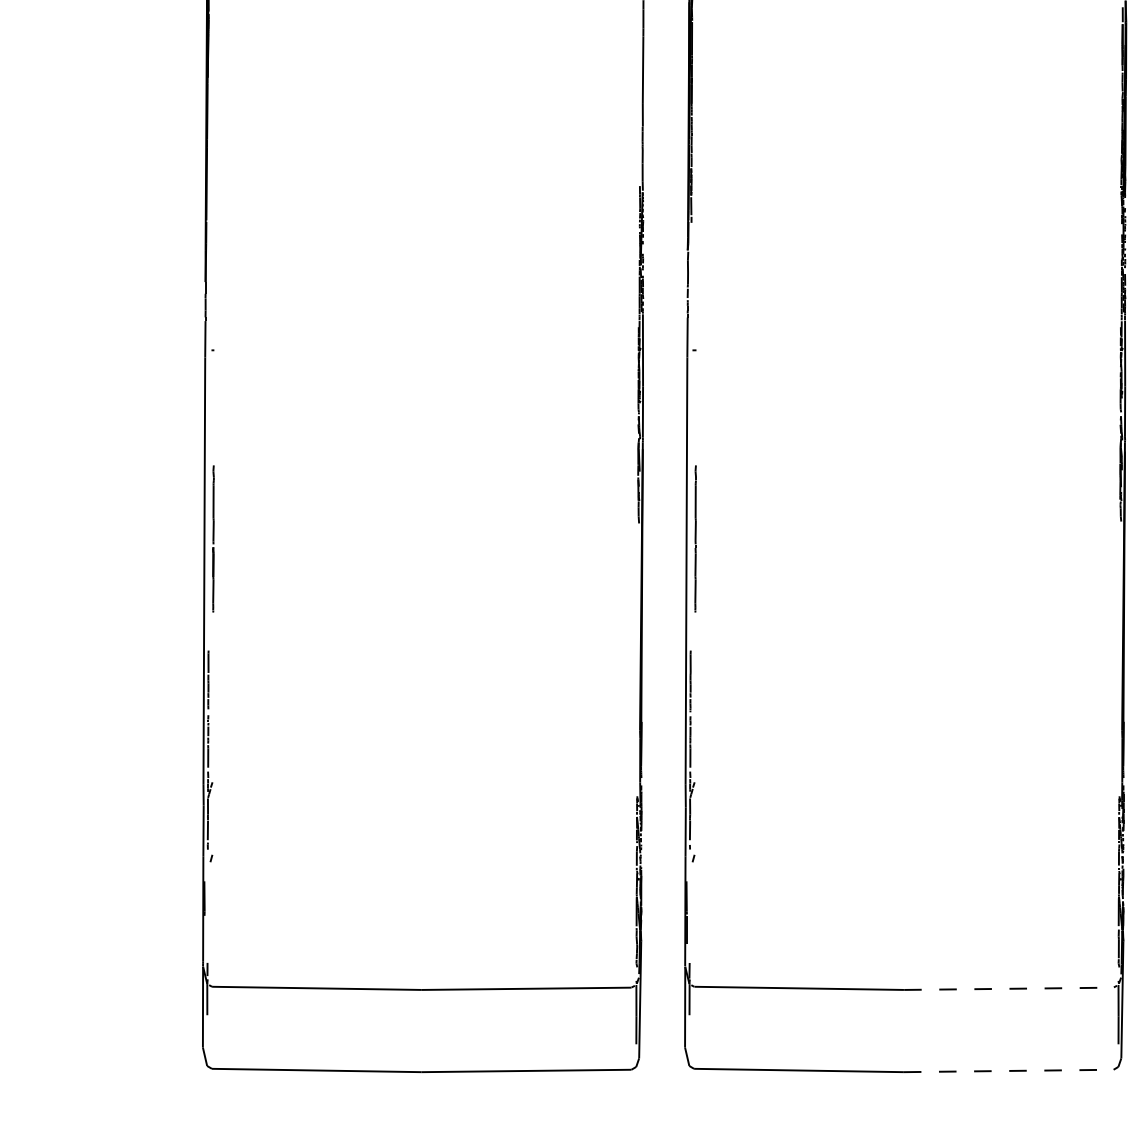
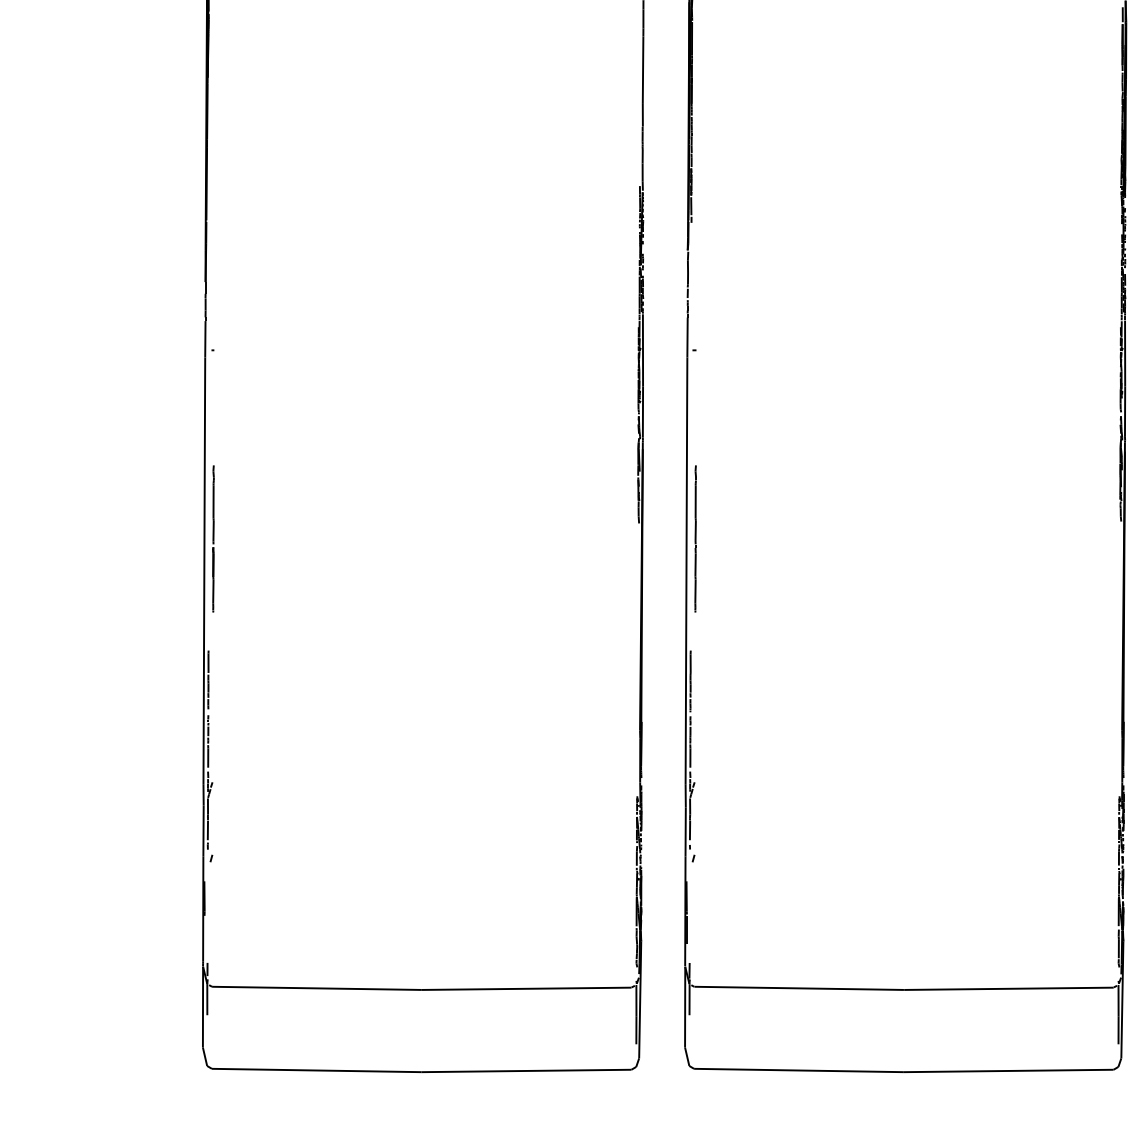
line at (1008, 988): dashed -> solid
line at (1008, 1070): dashed -> solid
